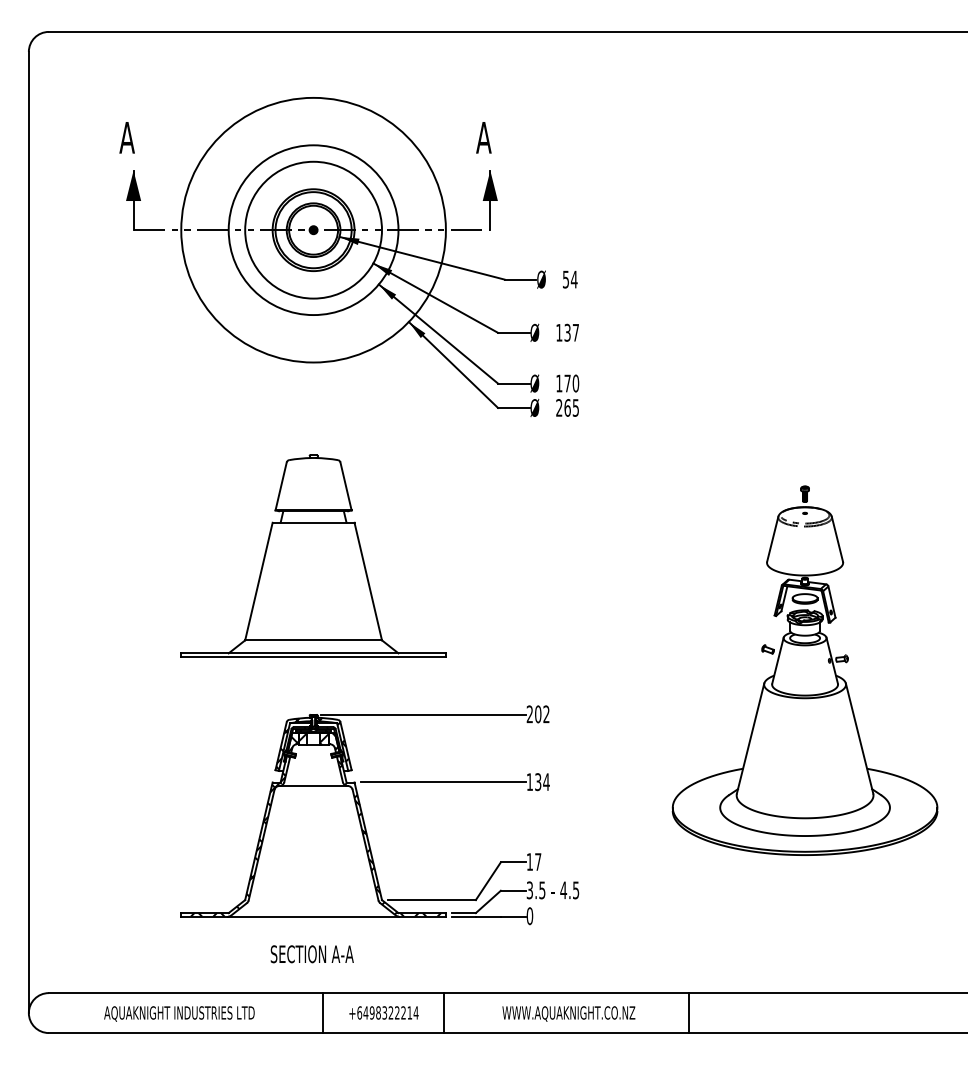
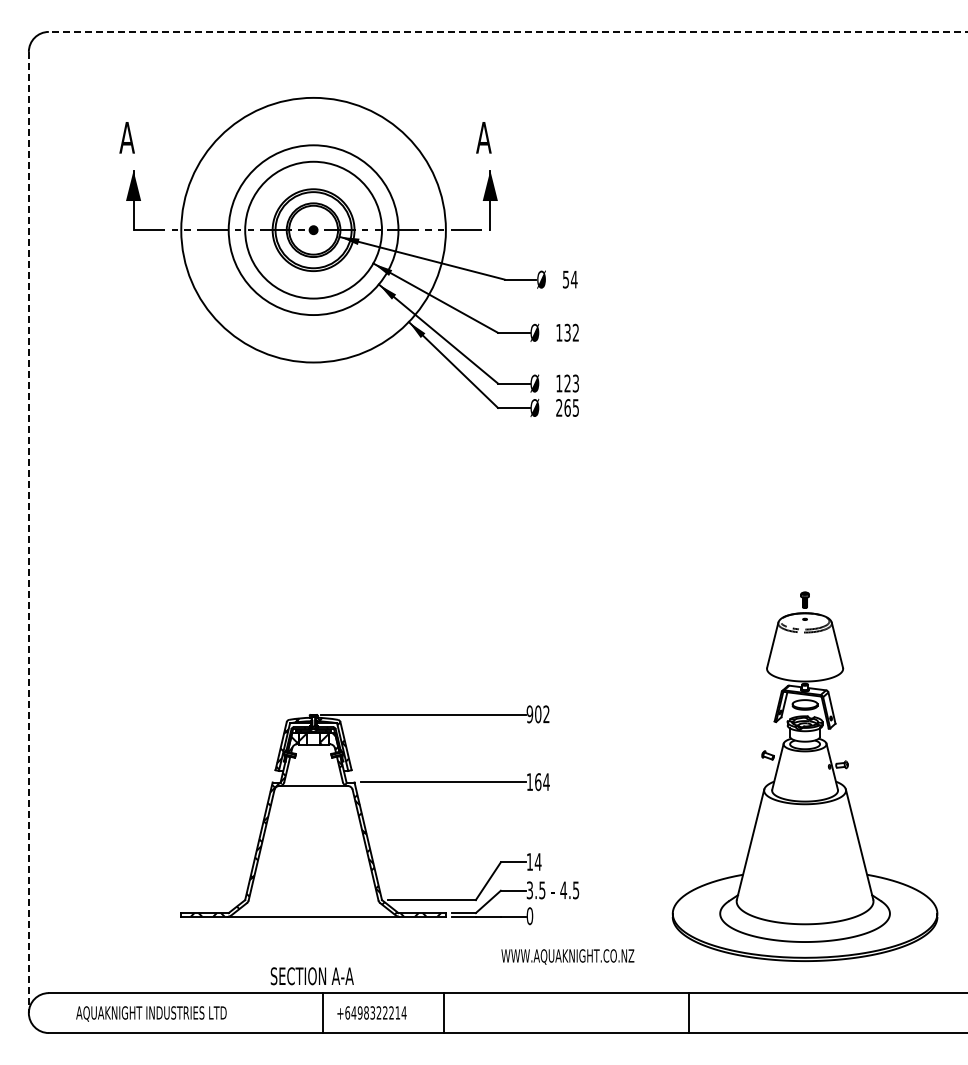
line at (507, 31): solid -> dashed
text at (575, 332): 137 -> 132
text at (571, 383): 170 -> 123
line at (28, 532): solid -> dashed
part at (313, 555): present -> none
part at (804, 670) position: (804, 670) -> (804, 776)
text at (529, 714): 202 -> 902
text at (538, 782): 134 -> 164
text at (537, 861): 17 -> 14
text at (311, 954) position: (311, 954) -> (311, 976)
text at (383, 1012) position: (383, 1012) -> (371, 1012)
text at (179, 1013) position: (179, 1013) -> (151, 1013)
text at (568, 1013) position: (568, 1013) -> (567, 956)
